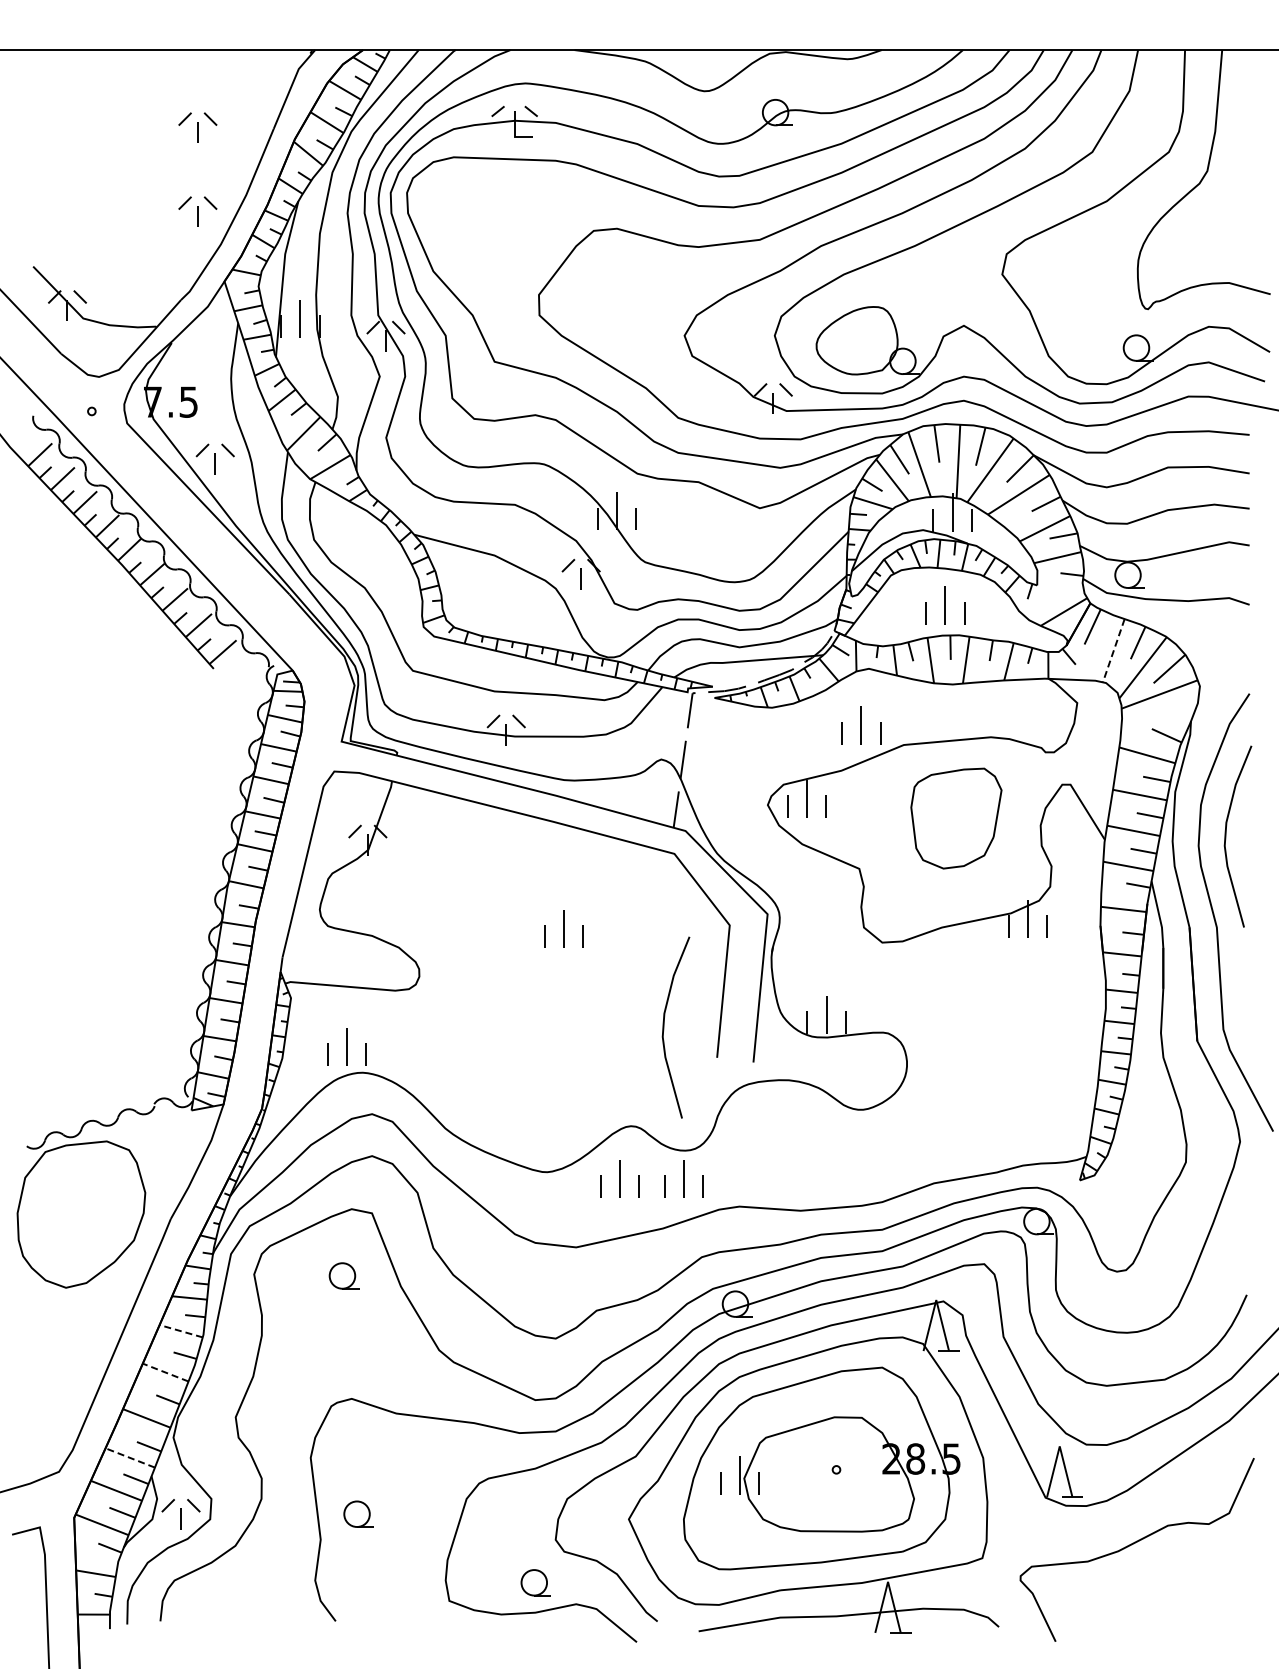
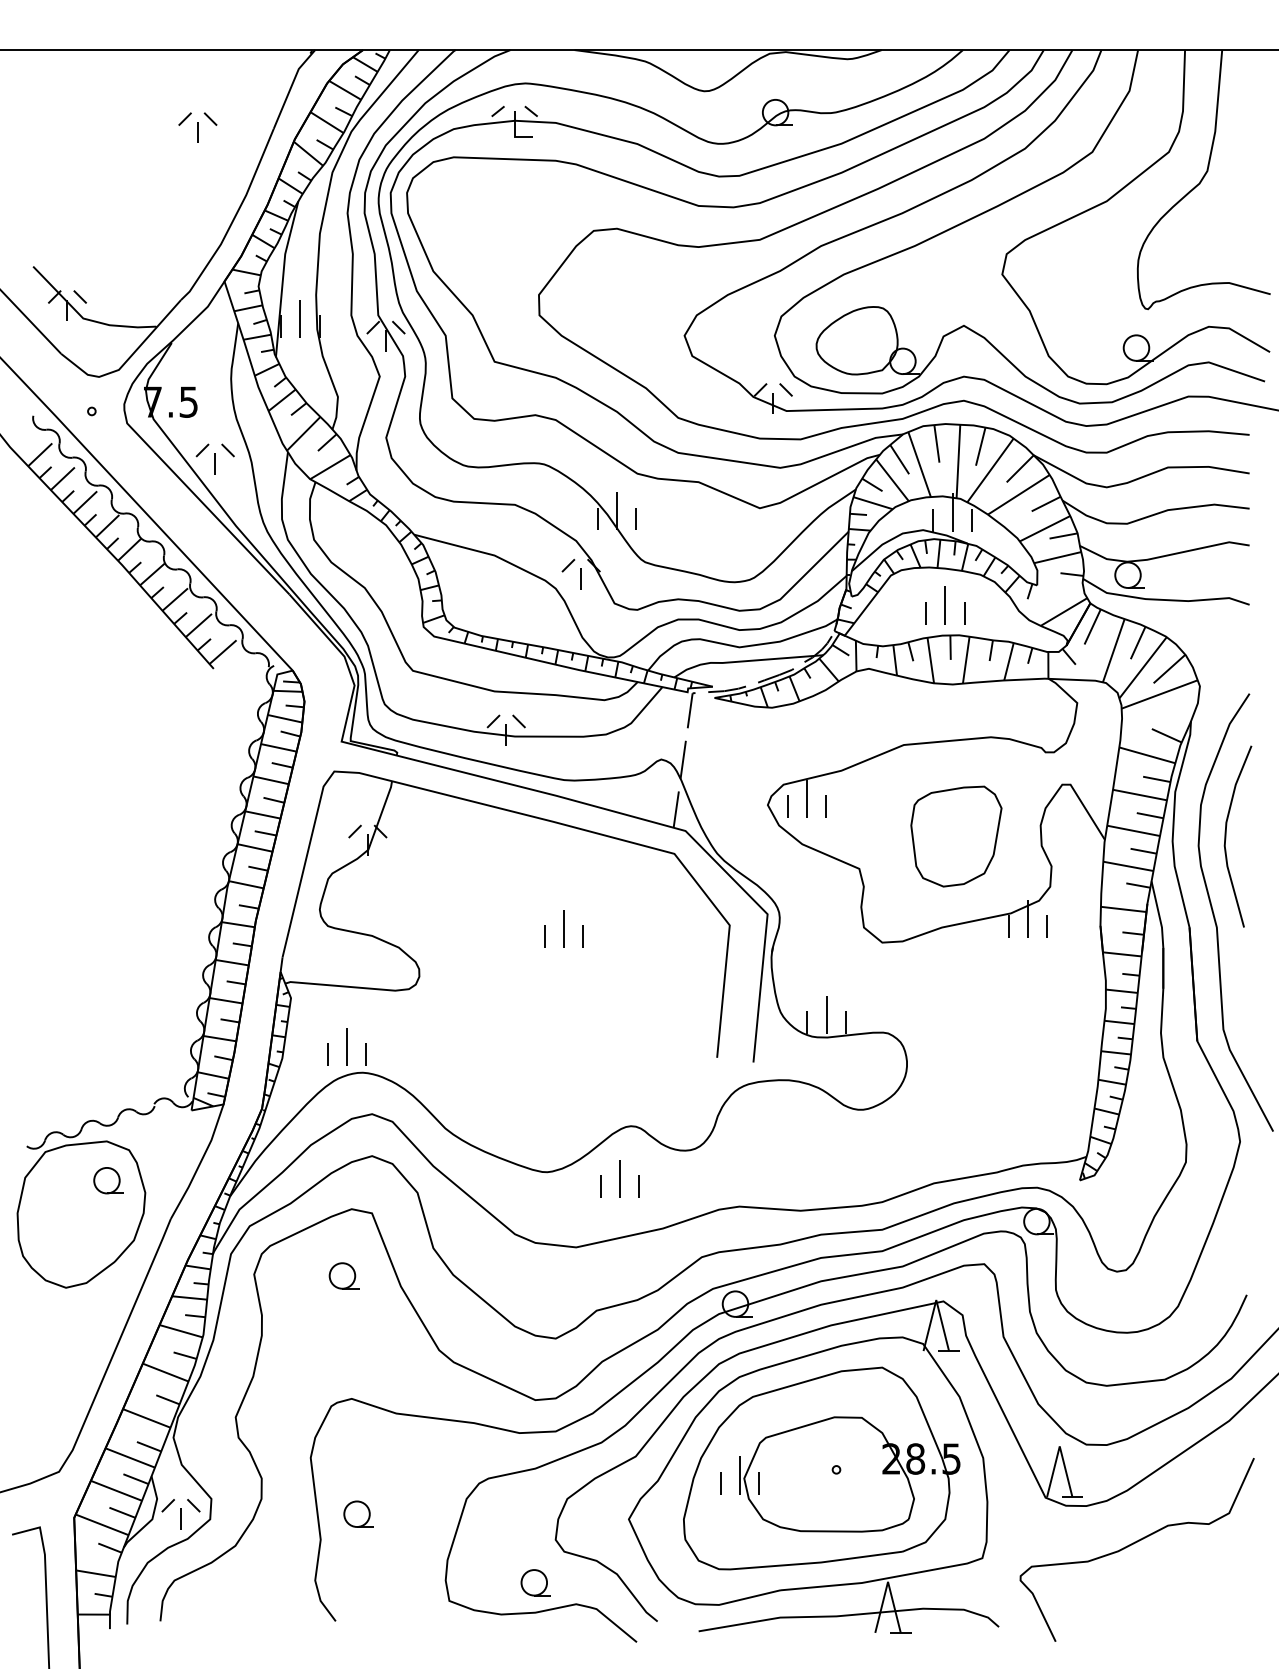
part at (197, 211): present -> none
line at (1113, 651): dashed -> solid
part at (861, 725): present -> none
part at (956, 818) position: (956, 818) -> (956, 836)
curve at (664, 1027): present -> none
part at (683, 1178): present -> none
part at (108, 1180): none -> present
line at (180, 1331): dashed -> solid
line at (165, 1372): dashed -> solid
line at (130, 1457): dashed -> solid
